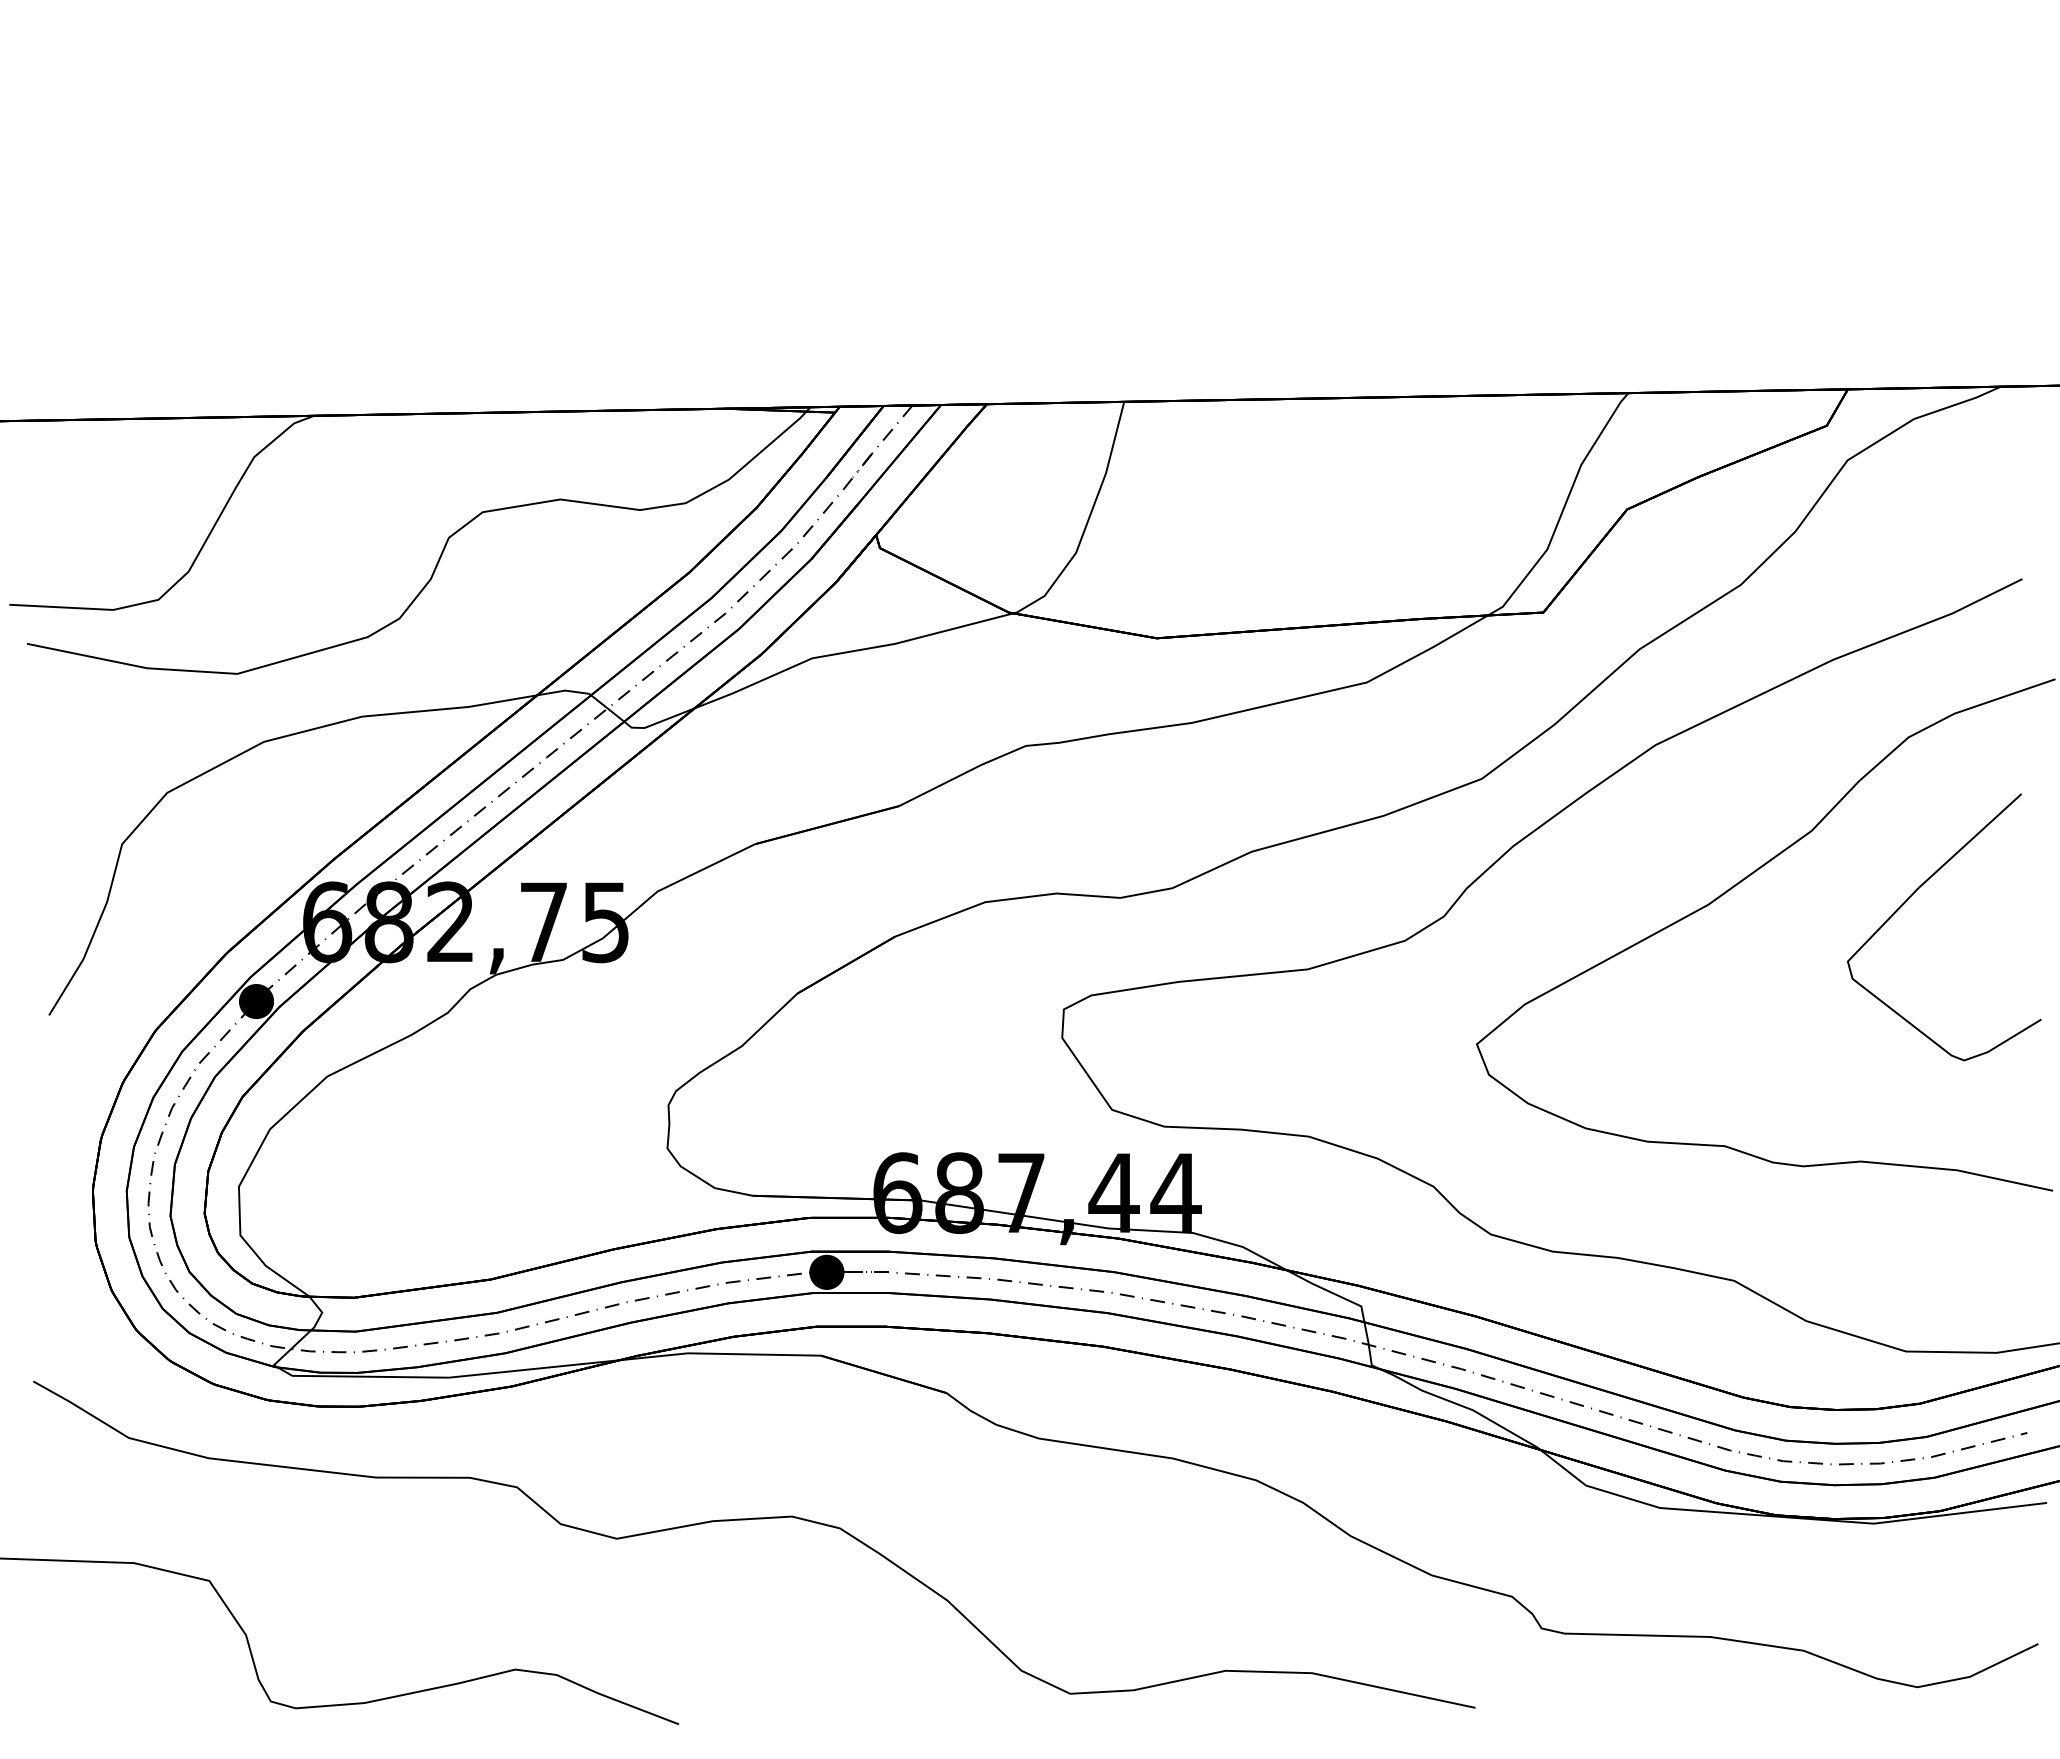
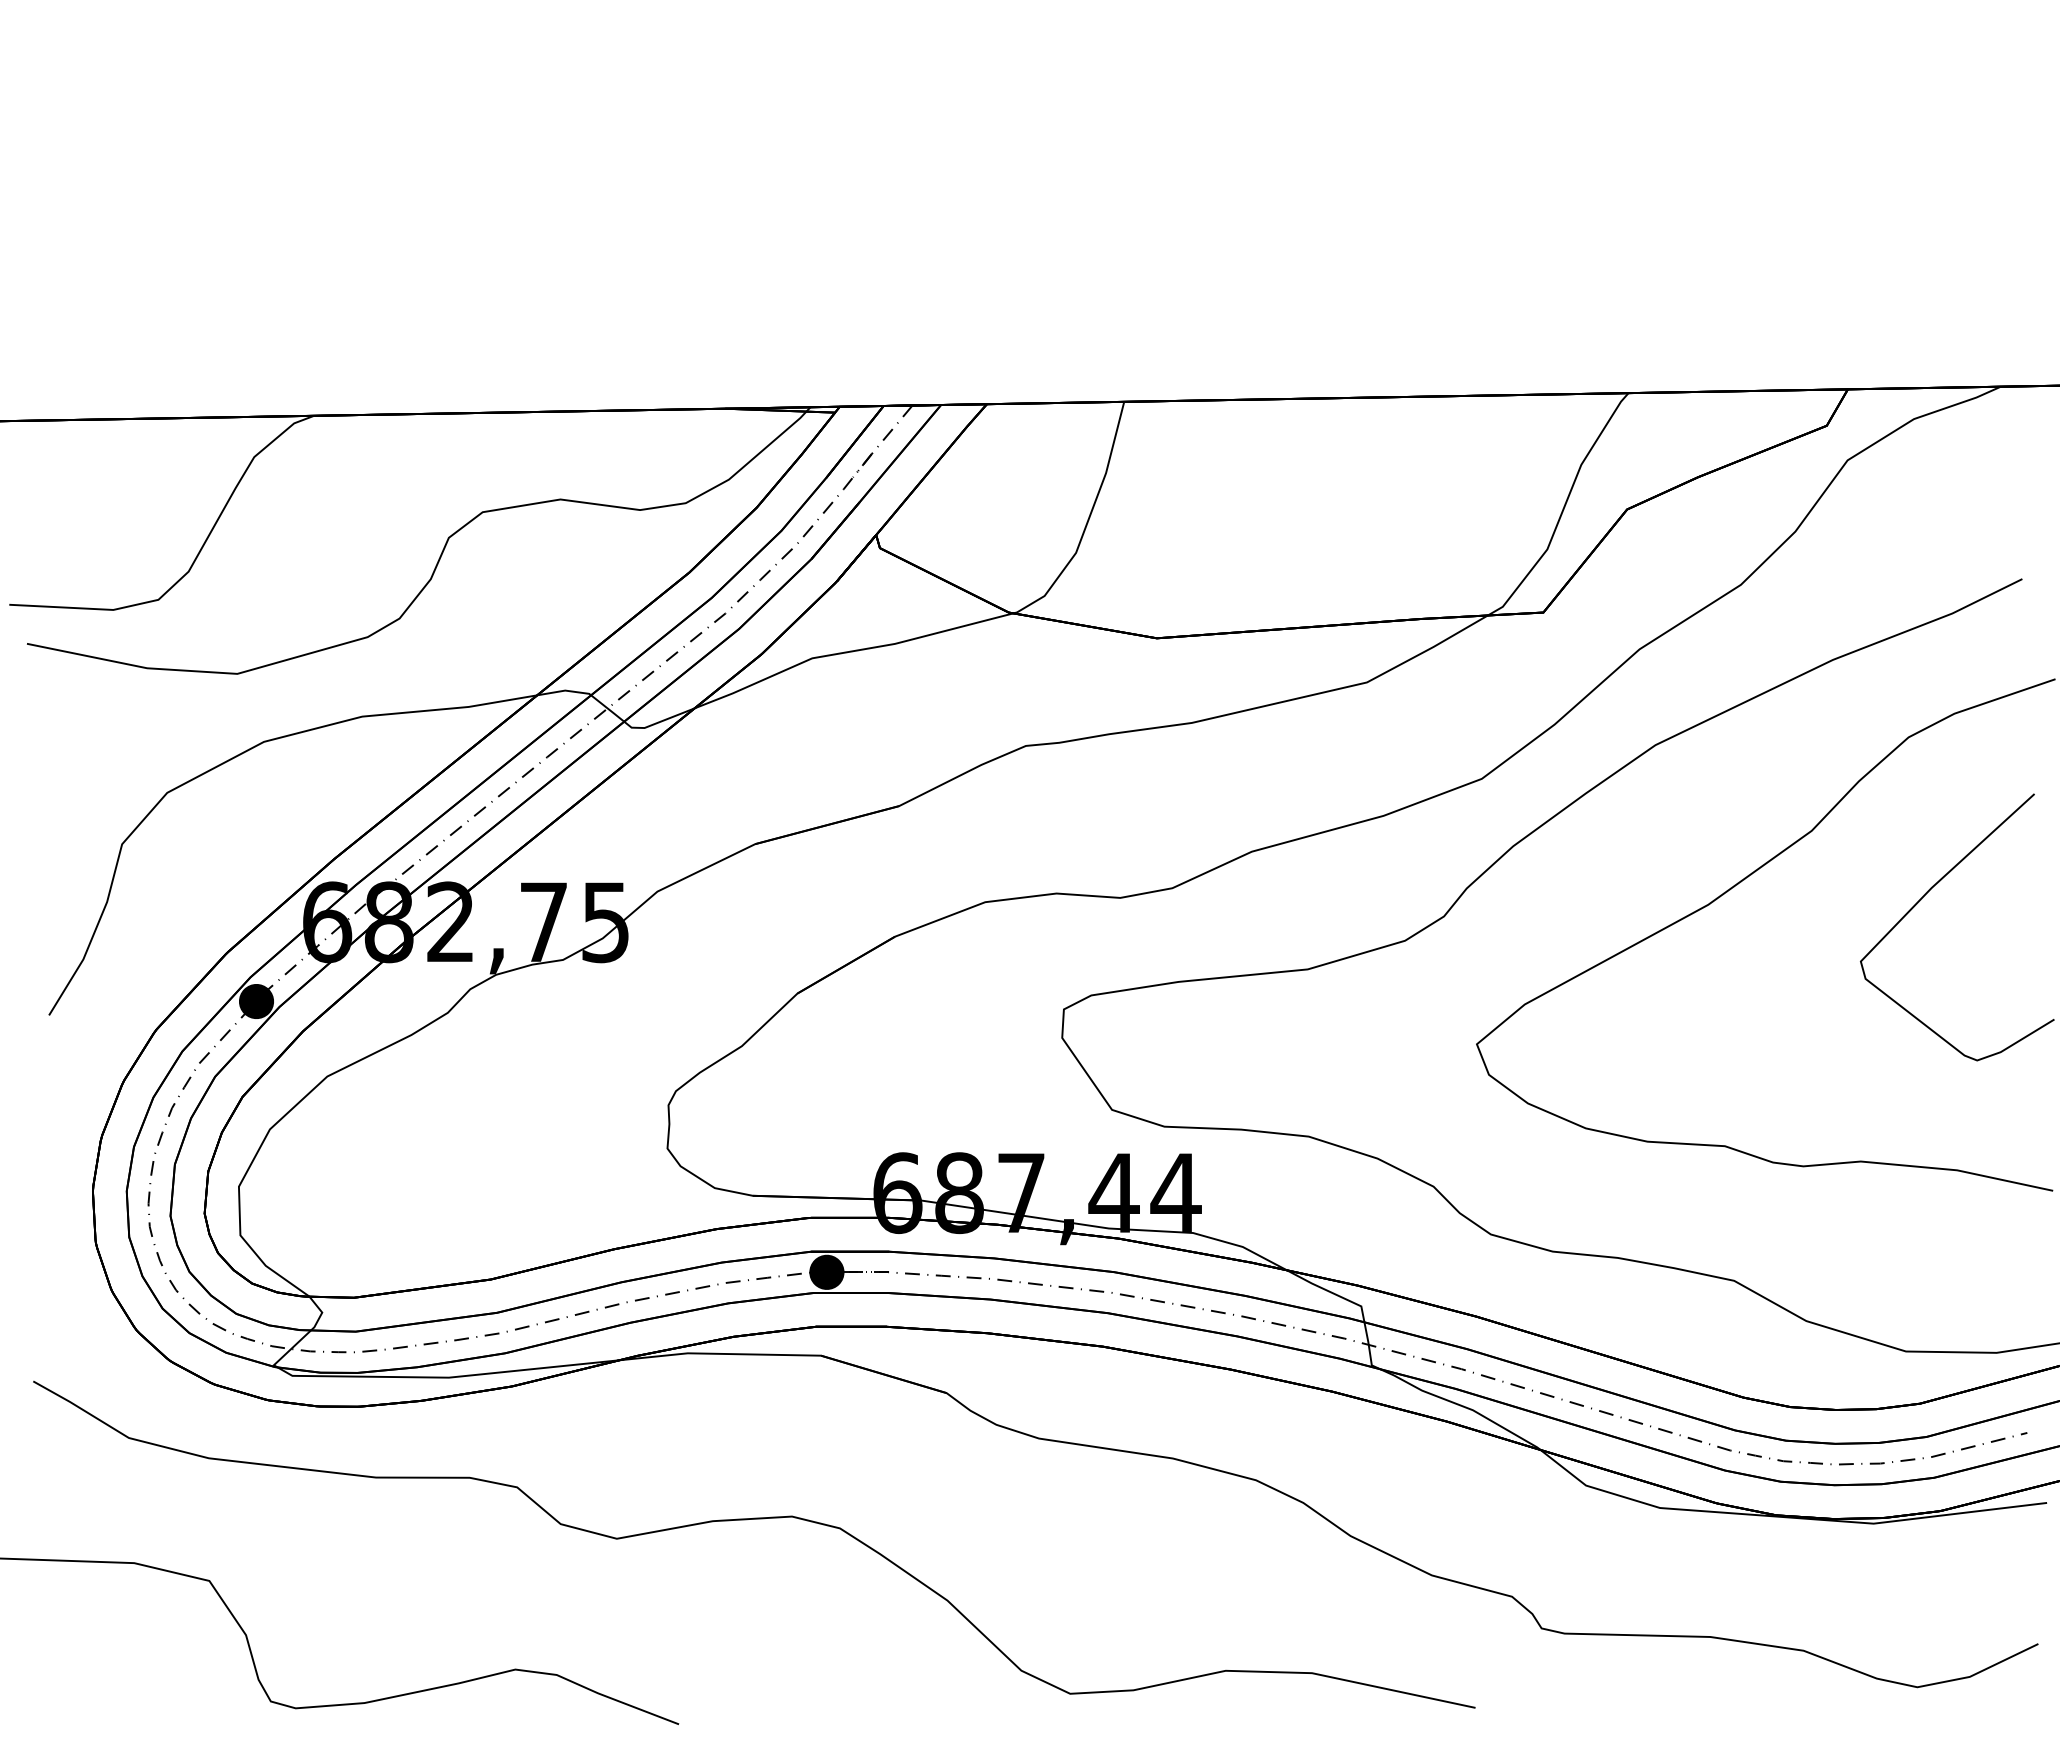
curve at (1907, 901) position: (1907, 901) -> (1920, 901)
